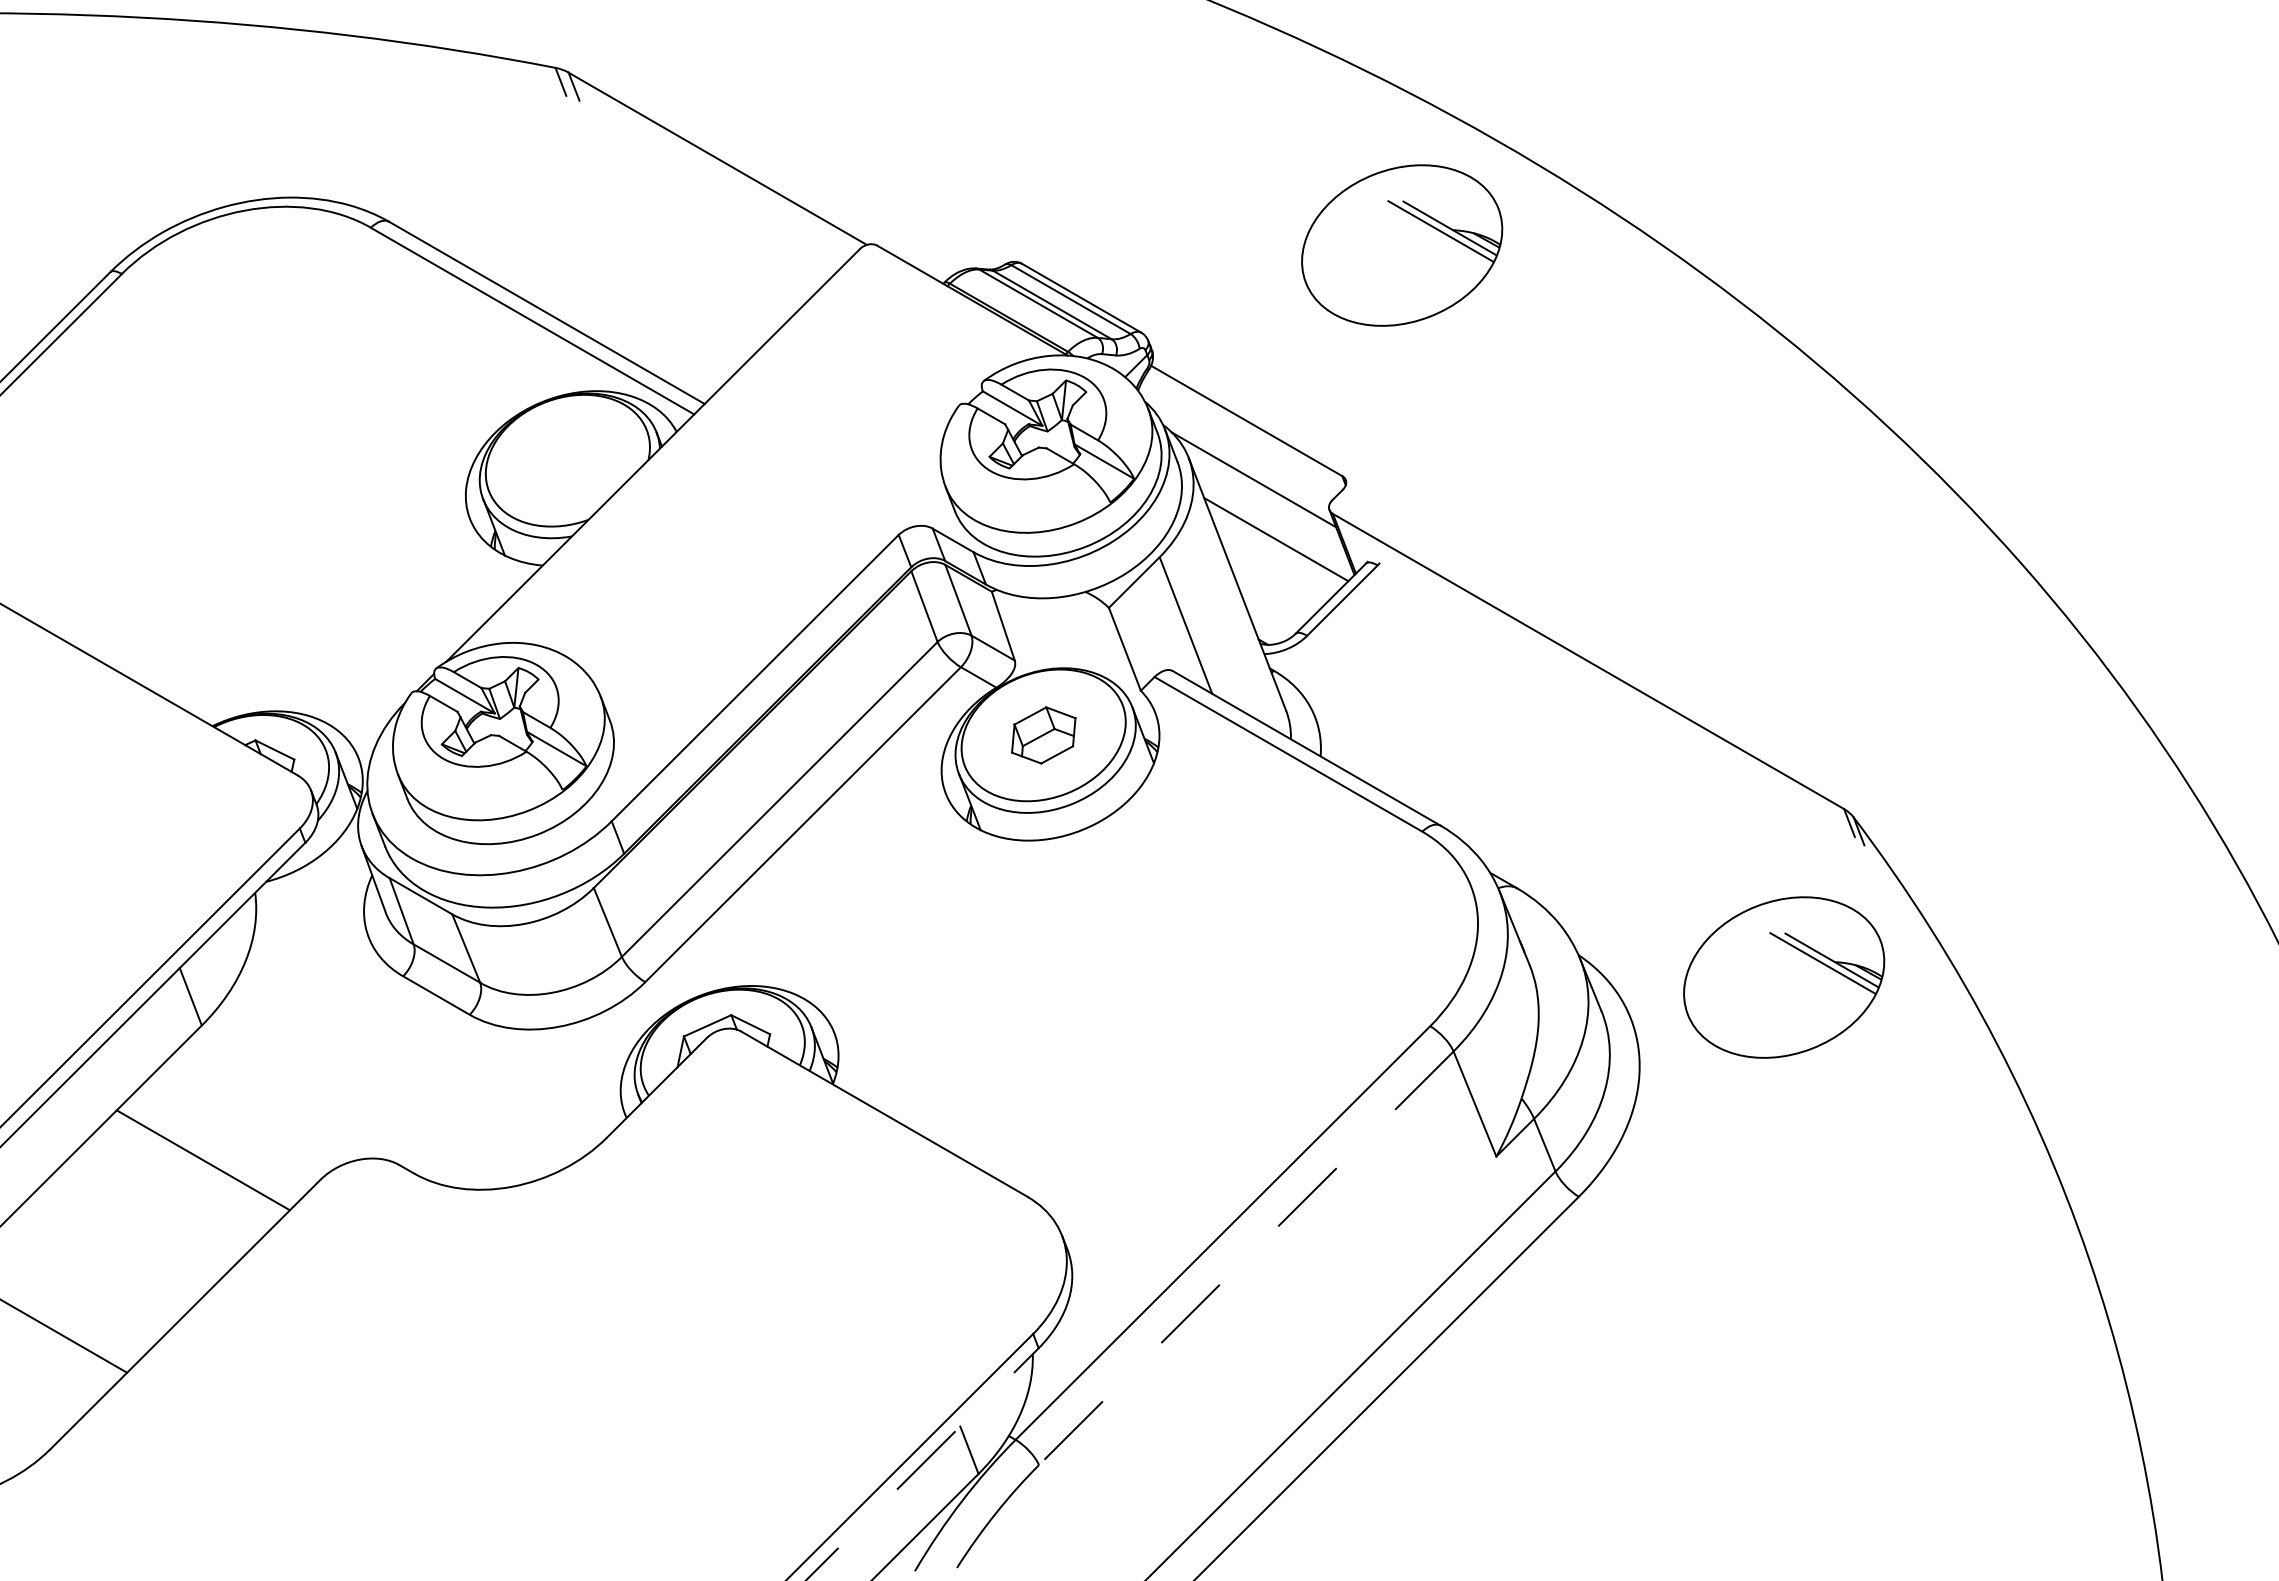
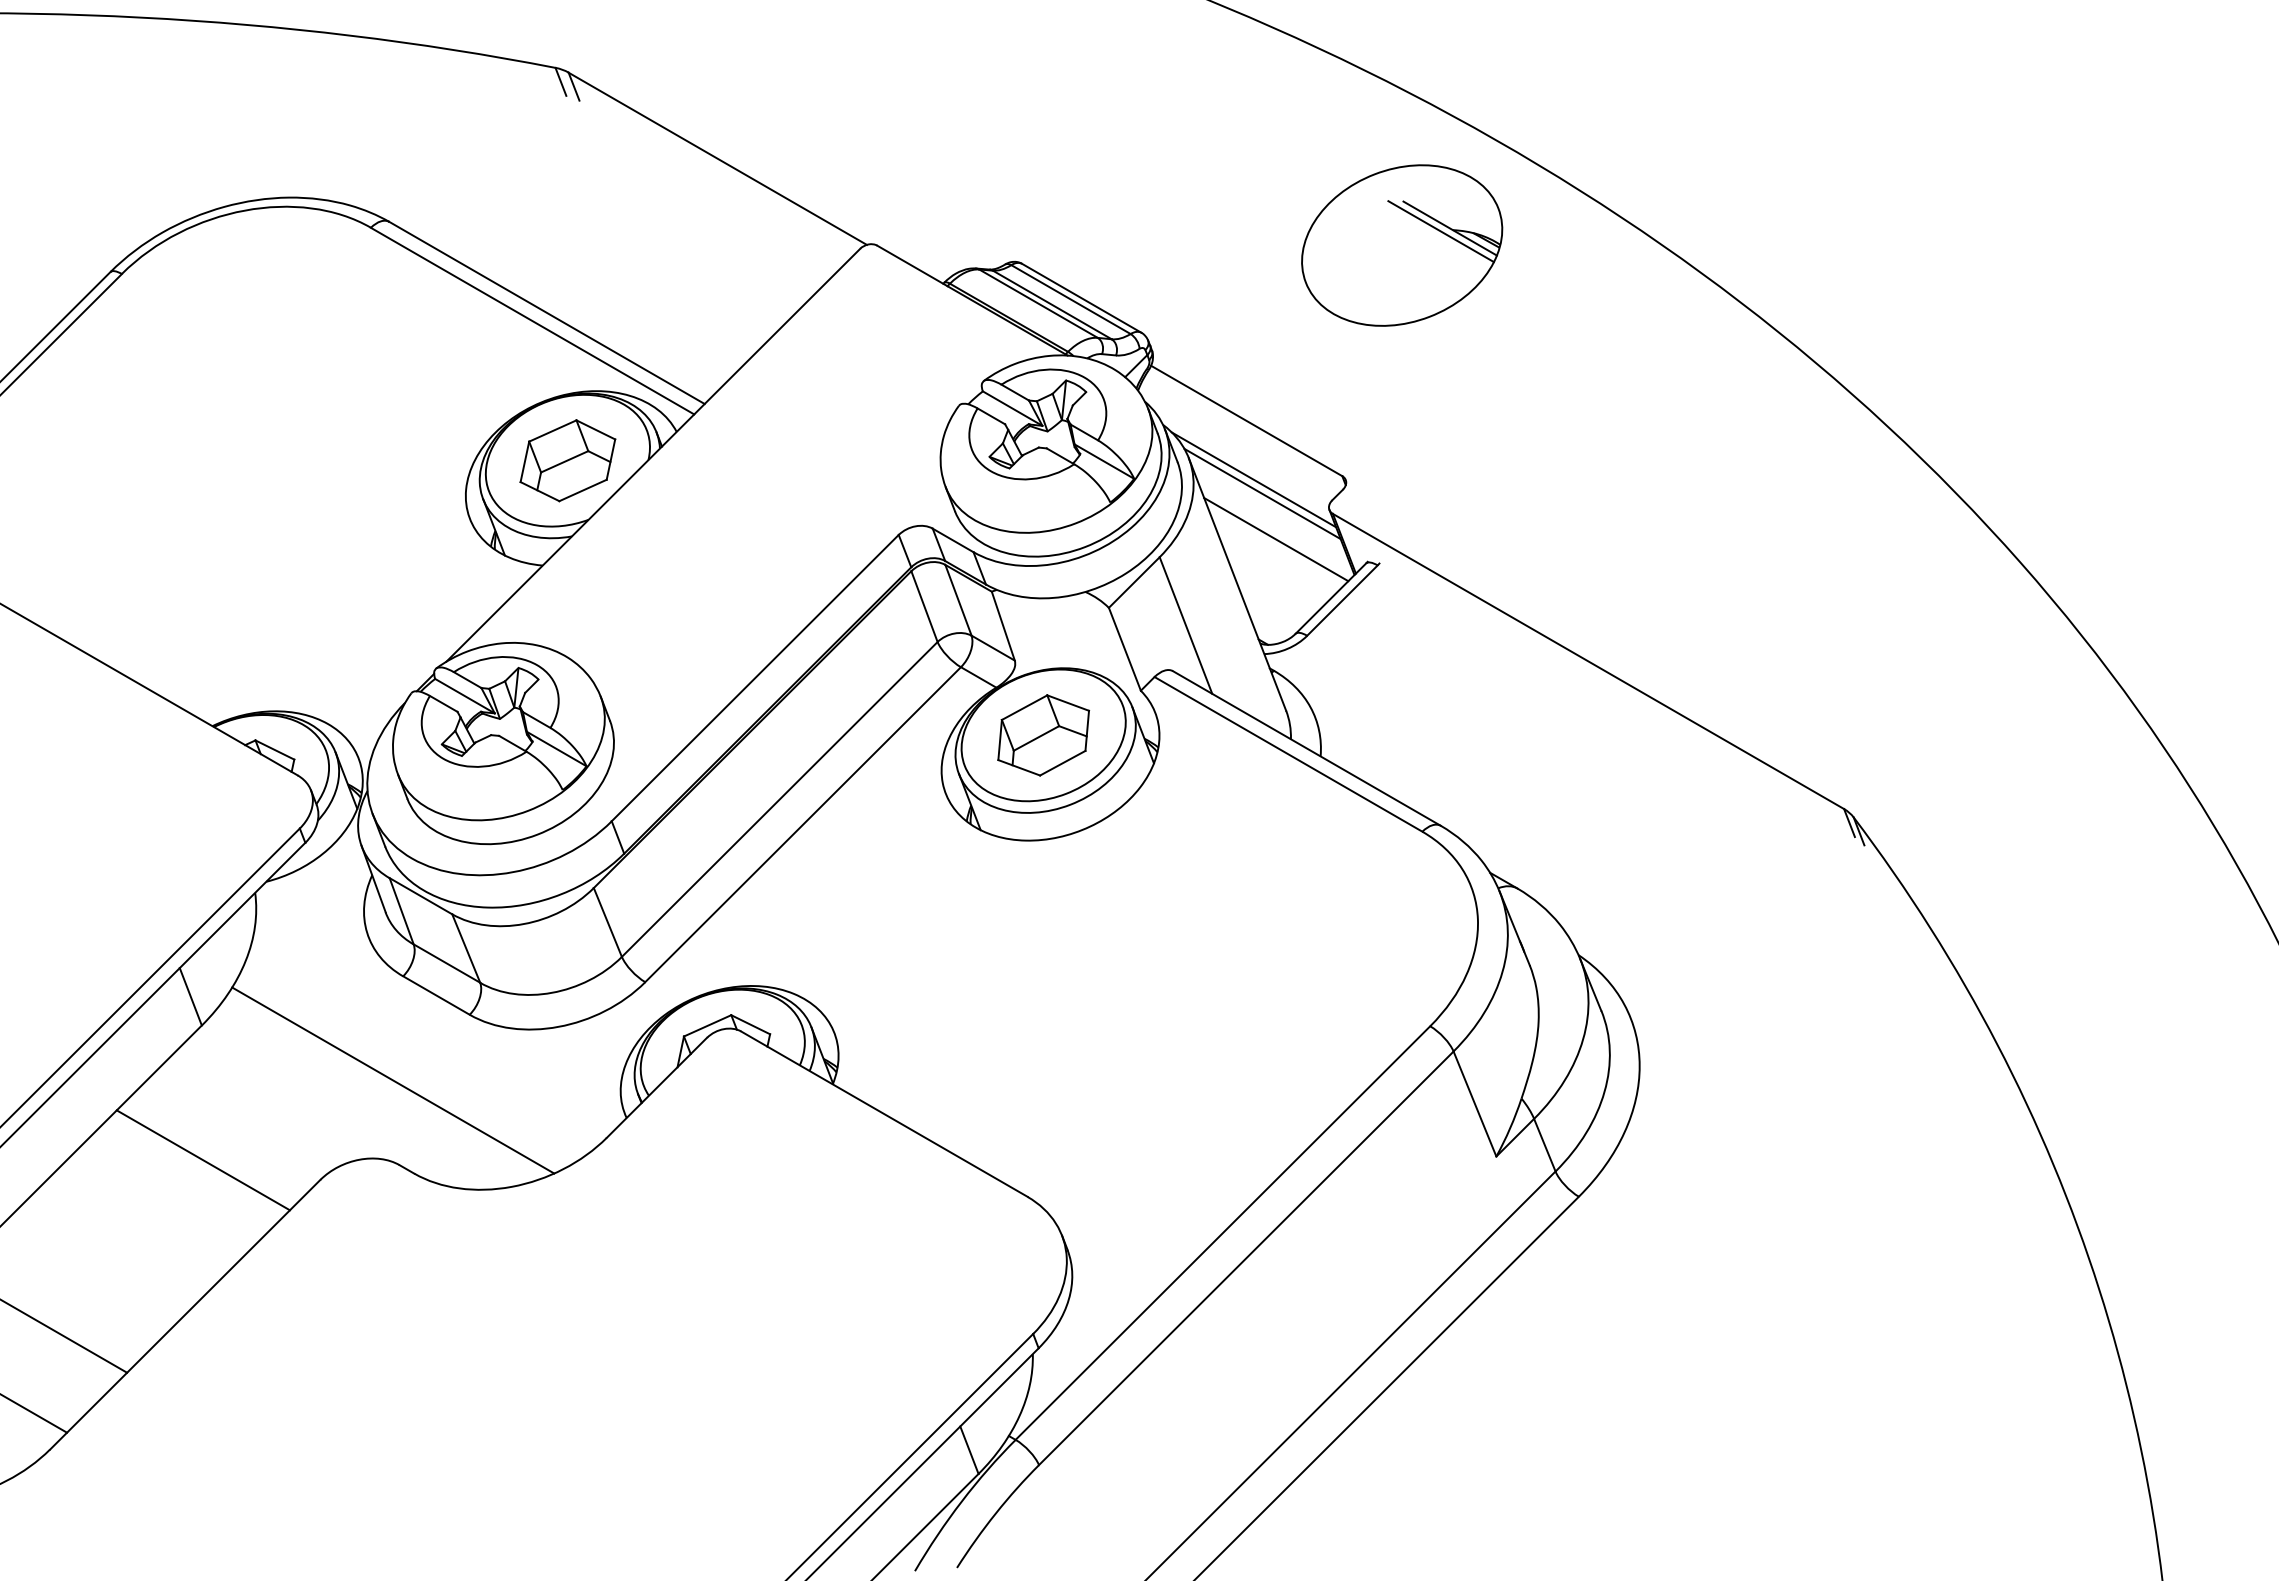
part at (567, 460): none -> present
line at (1262, 493): none -> present
part at (1043, 735) size: 66x59 px -> 94x83 px
part at (1784, 977): present -> none
line at (393, 1080): none -> present
line at (1246, 1258): dashed -> solid
line at (34, 1413): none -> present
line at (922, 1464): dashed -> solid
